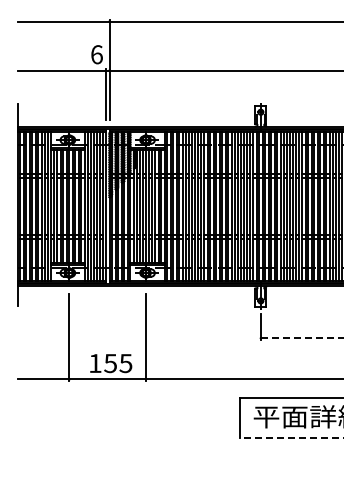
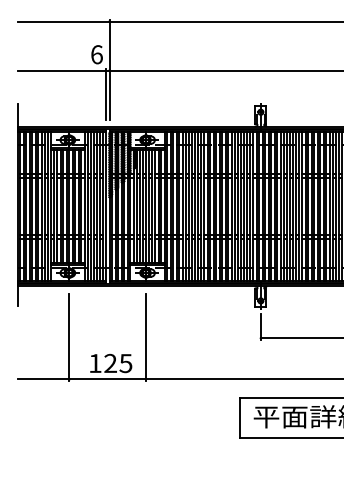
line at (302, 338): dashed -> solid
text at (110, 363): 155 -> 125
line at (291, 437): dashed -> solid
